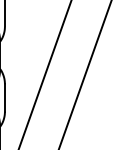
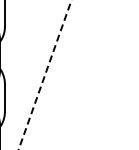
line at (84, 74): present -> none
line at (45, 75): solid -> dashed
